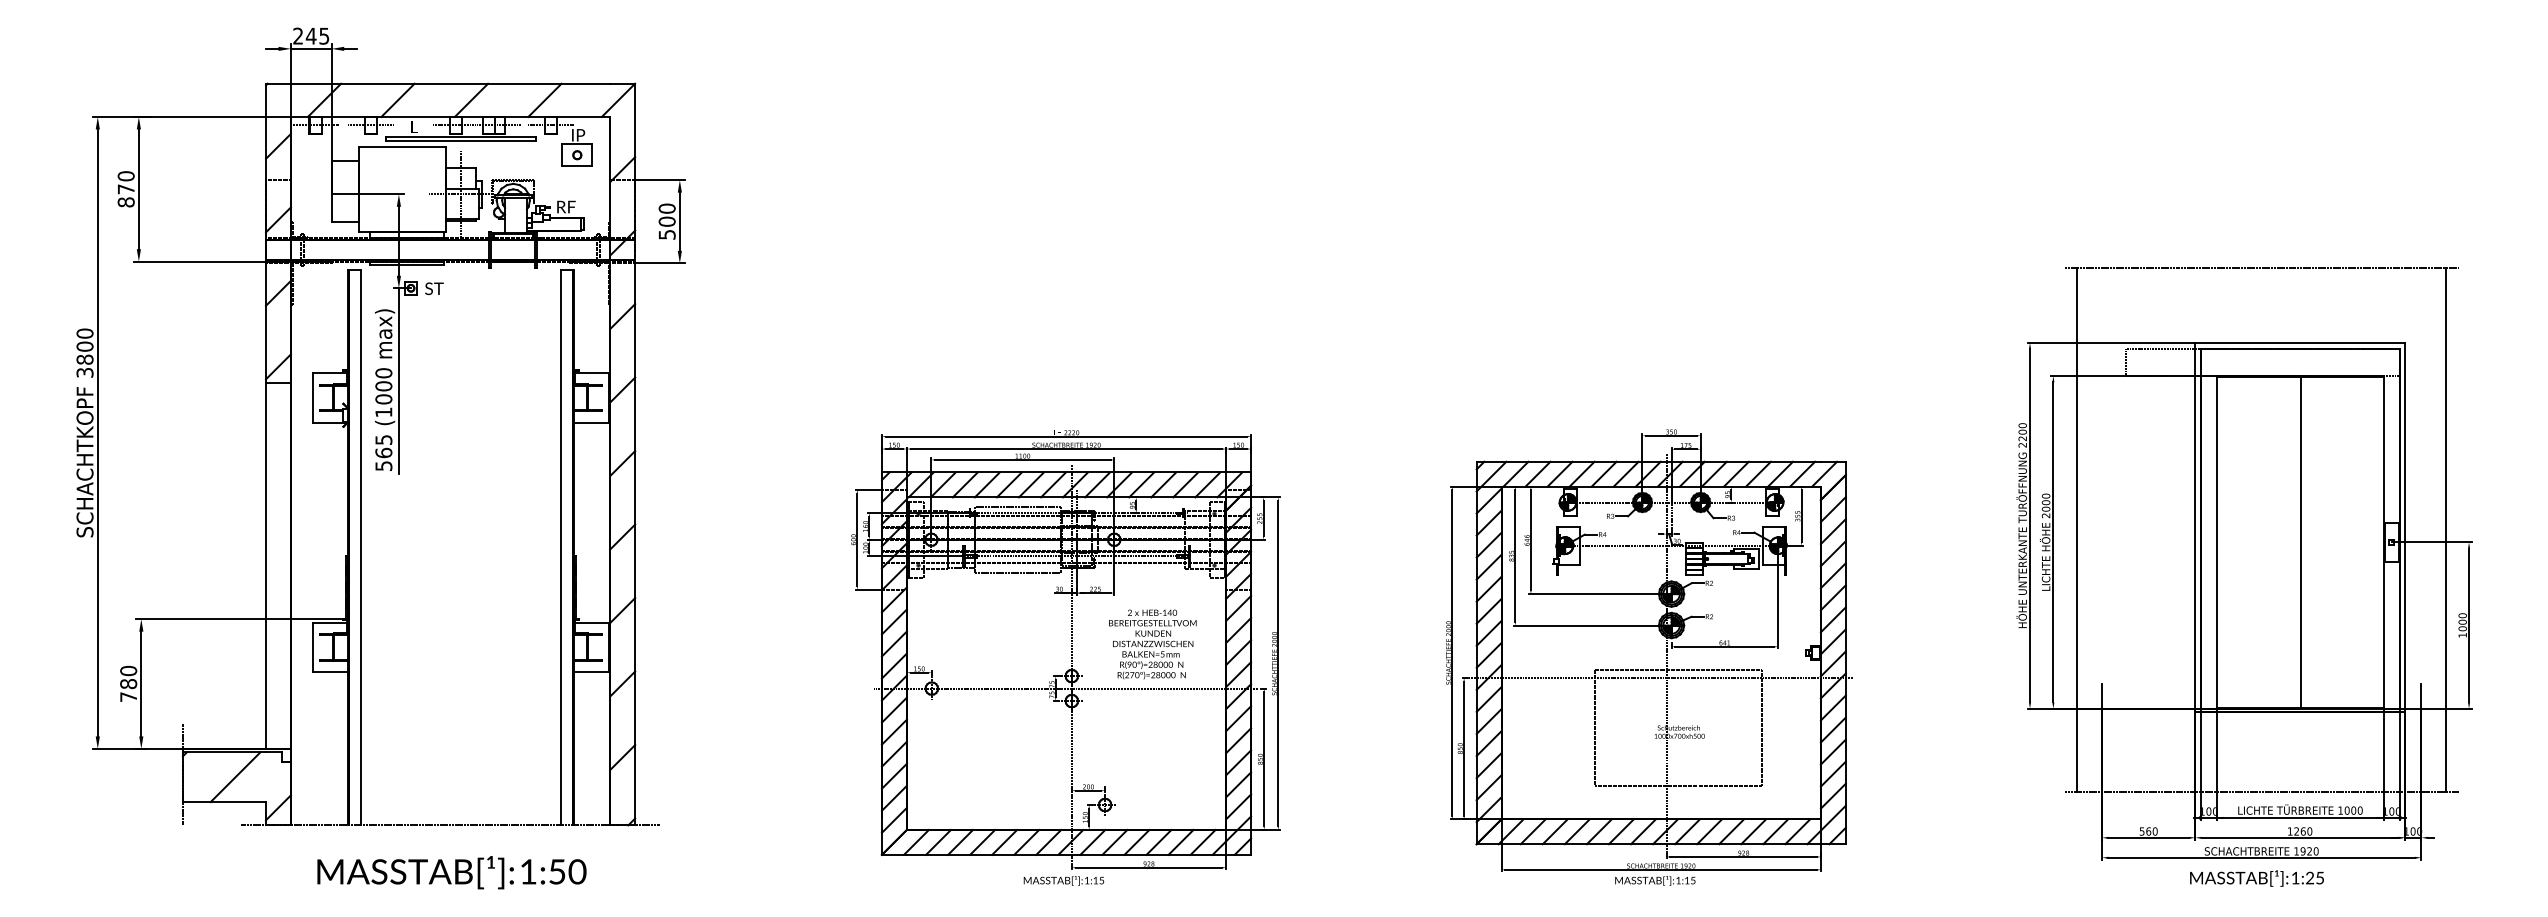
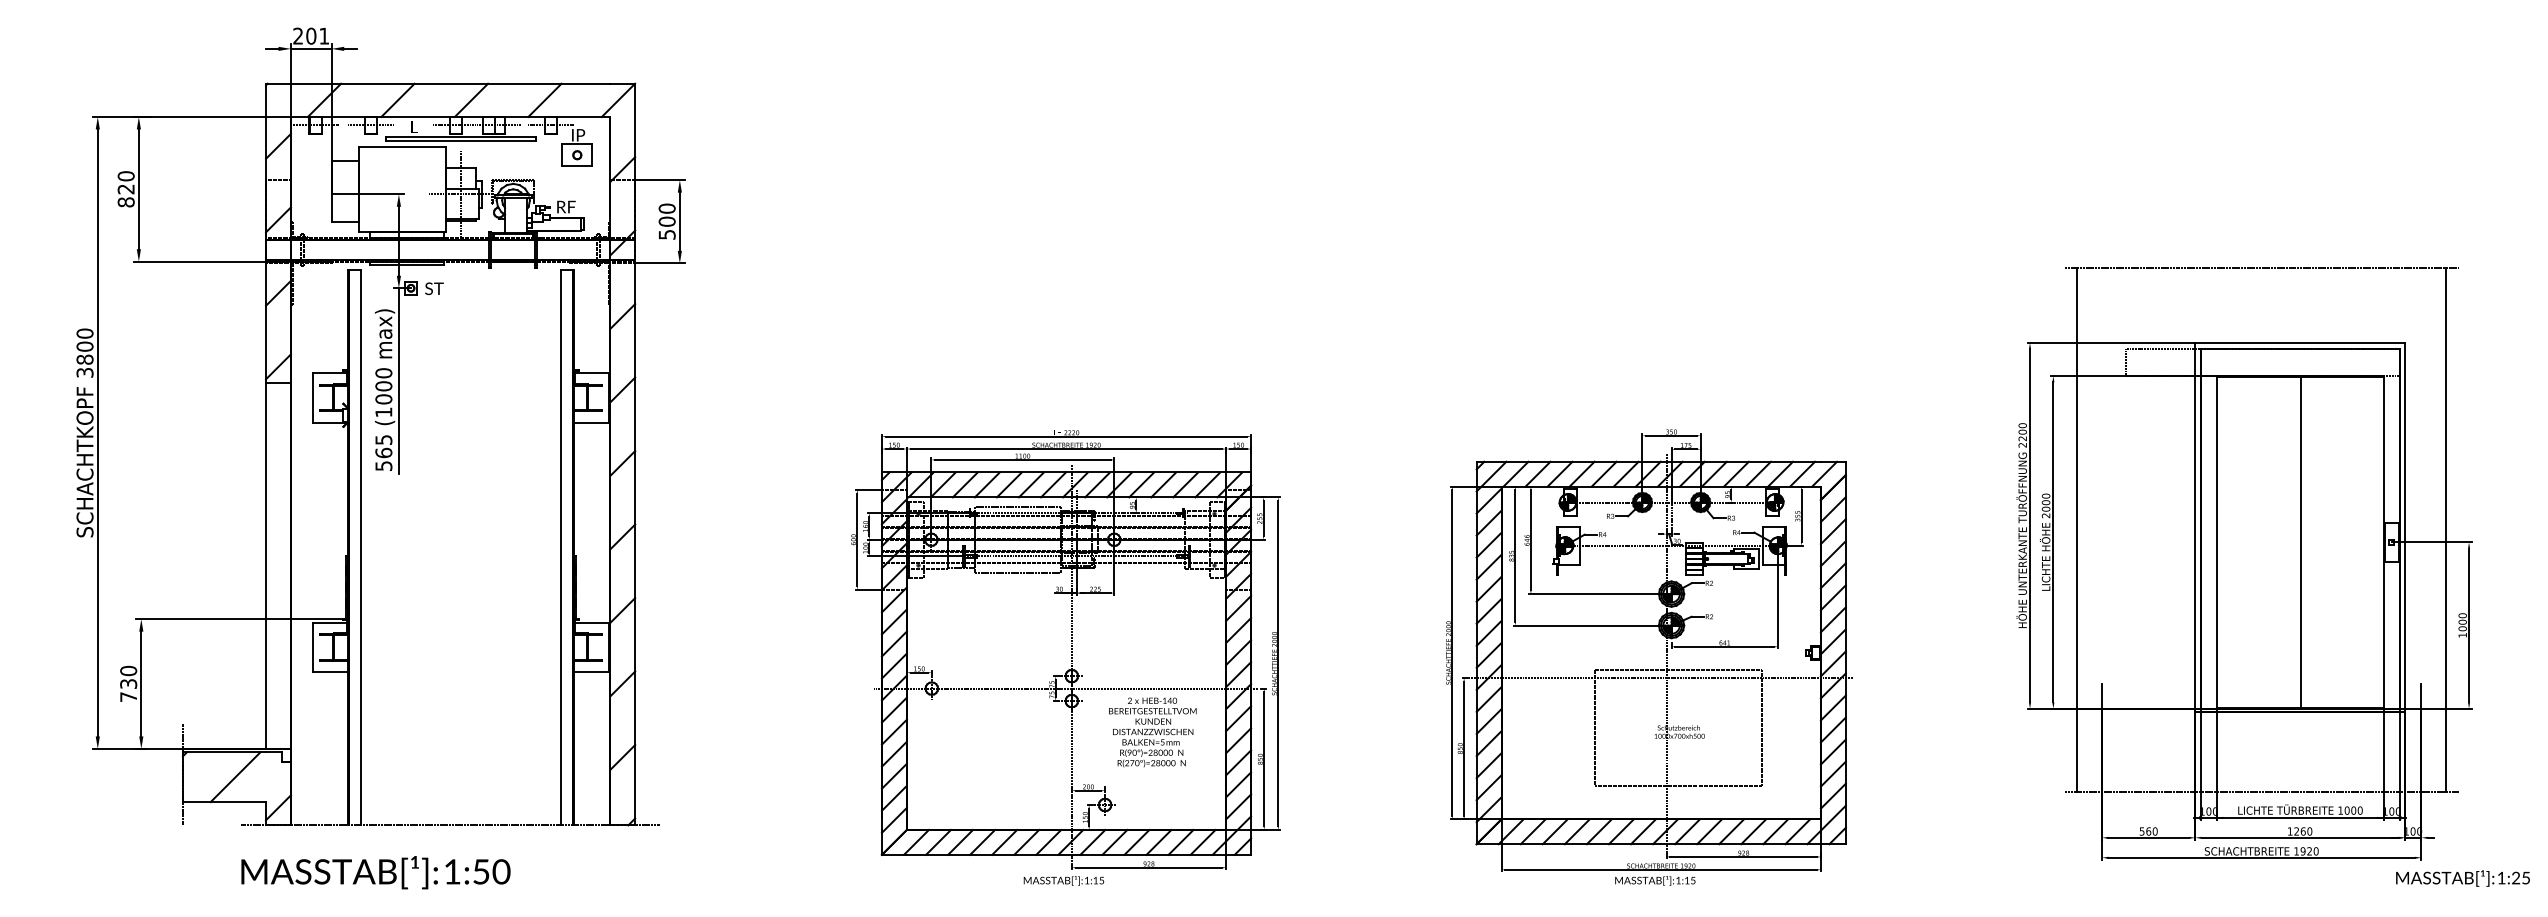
text at (317, 35): 245 -> 201
text at (125, 189): 870 -> 820
text at (1152, 644) position: (1152, 644) -> (1152, 732)
text at (128, 684): 780 -> 730
text at (451, 872) position: (451, 872) -> (375, 872)
text at (2256, 878) position: (2256, 878) -> (2462, 878)
